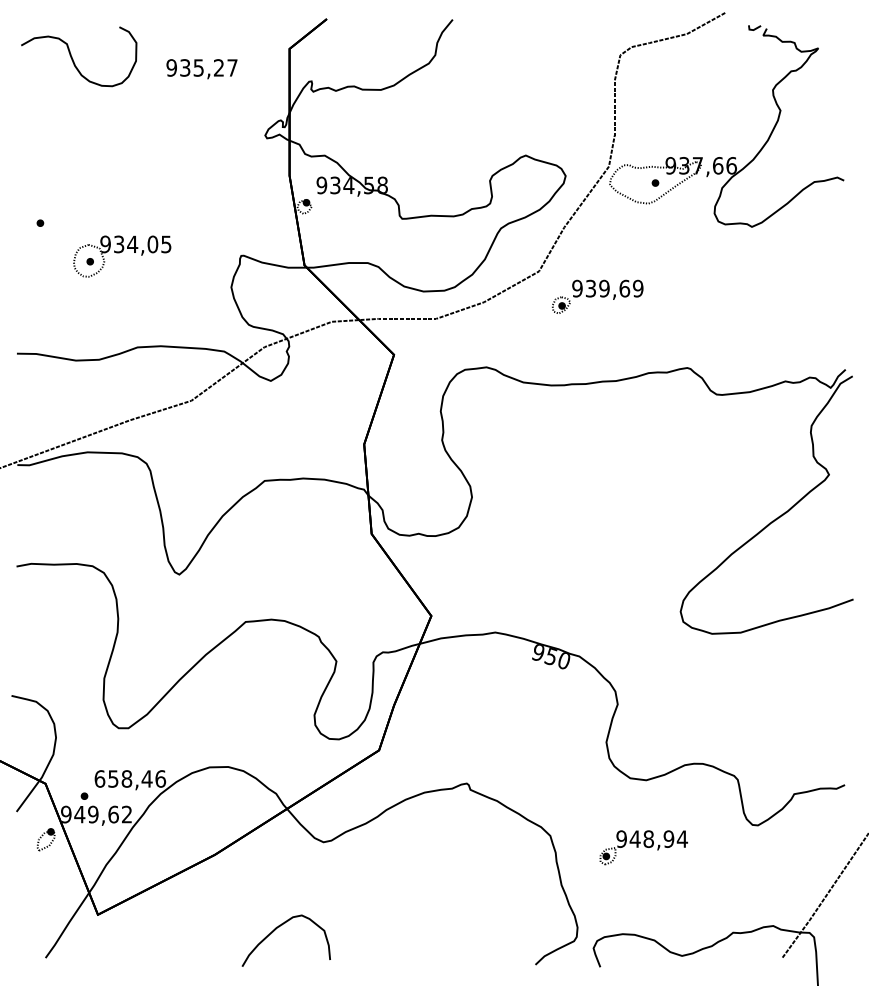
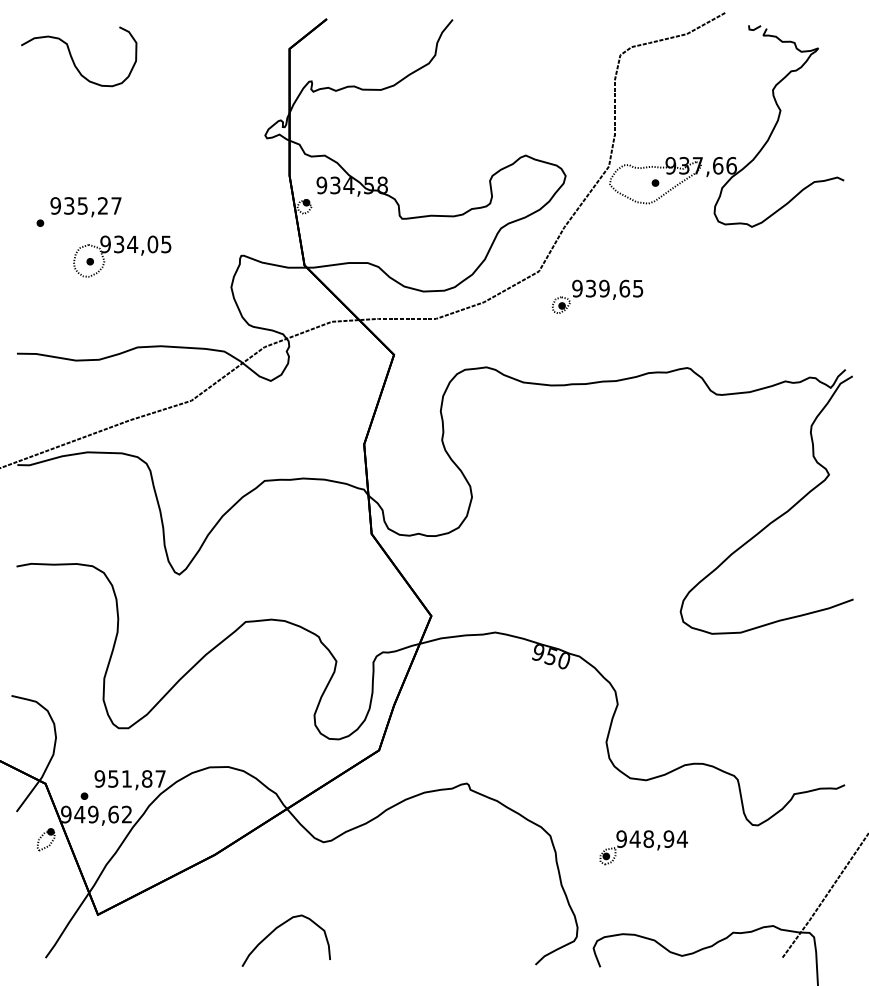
text at (201, 69) position: (201, 69) -> (85, 207)
text at (638, 288): 939,69 -> 939,65
text at (130, 778): 658,46 -> 951,87
